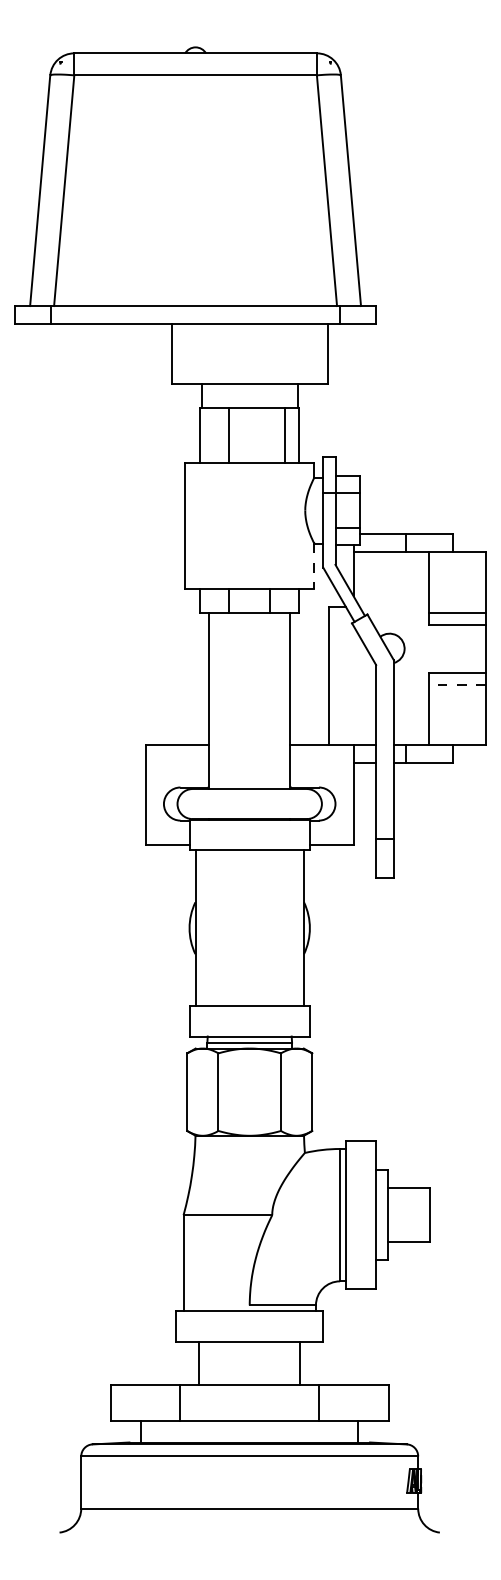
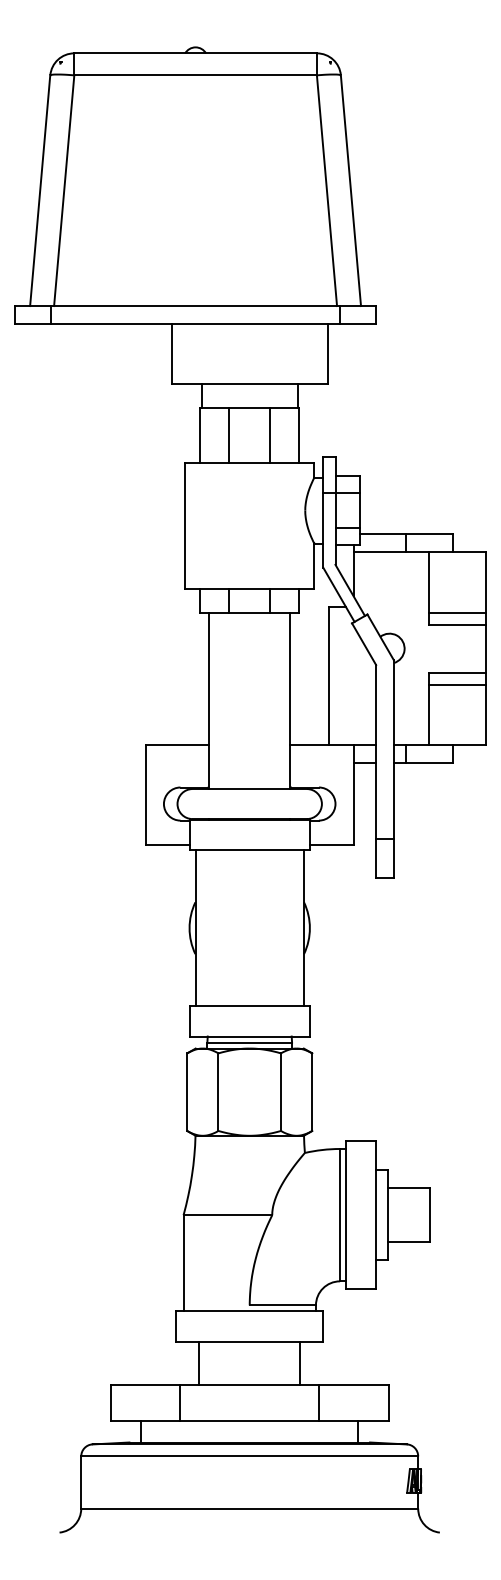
line at (285, 435) position: (285, 435) -> (270, 435)
line at (314, 566): dashed -> solid
line at (456, 684): dashed -> solid
